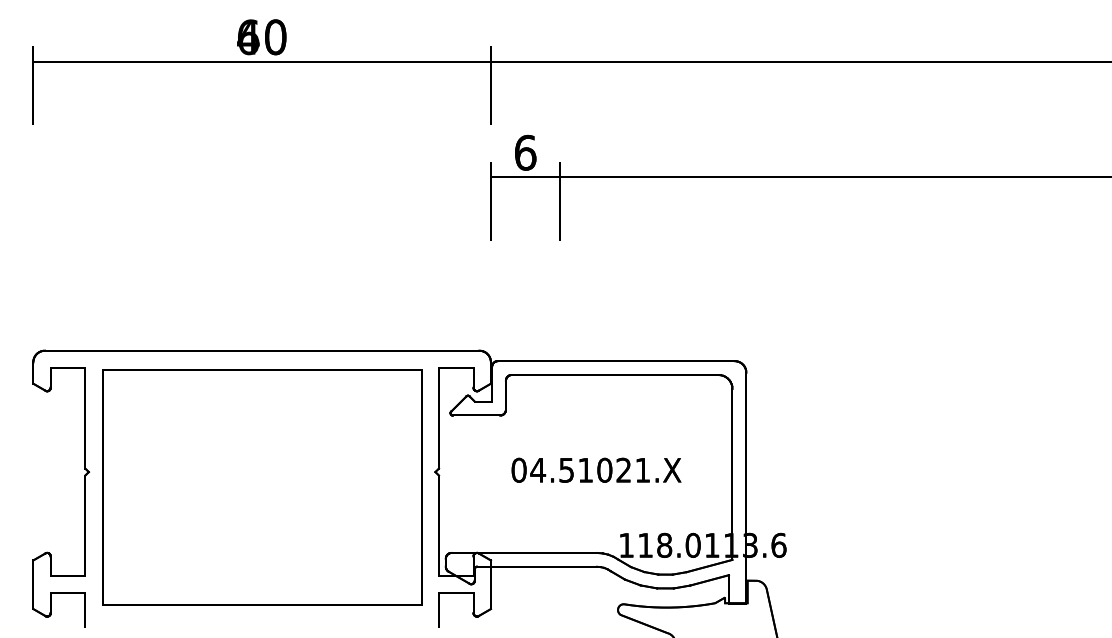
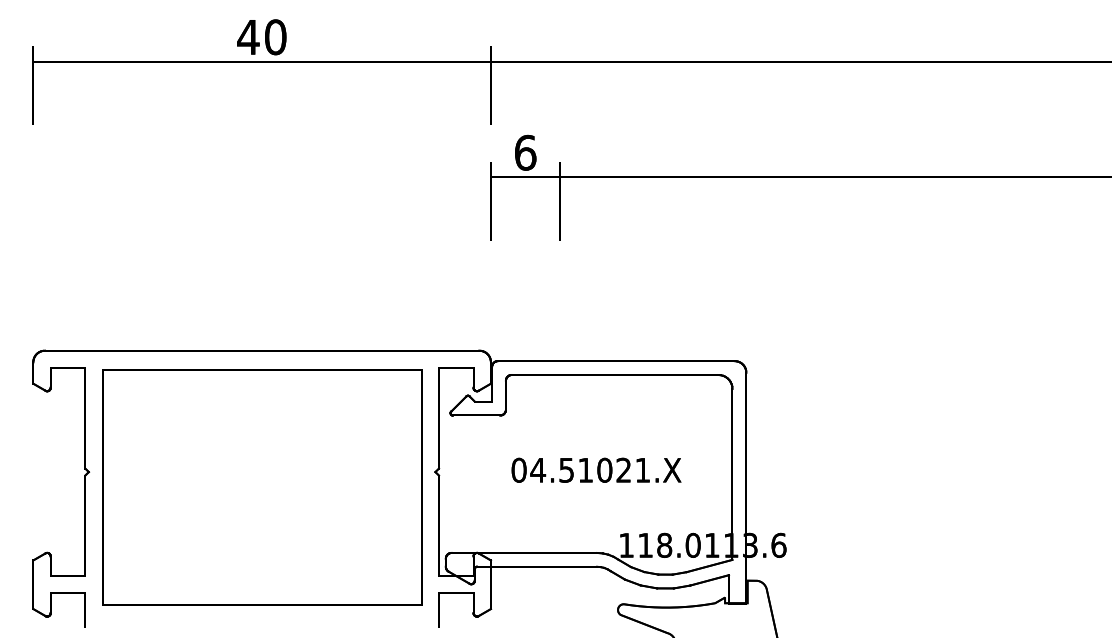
text at (248, 37): 60 -> 40
